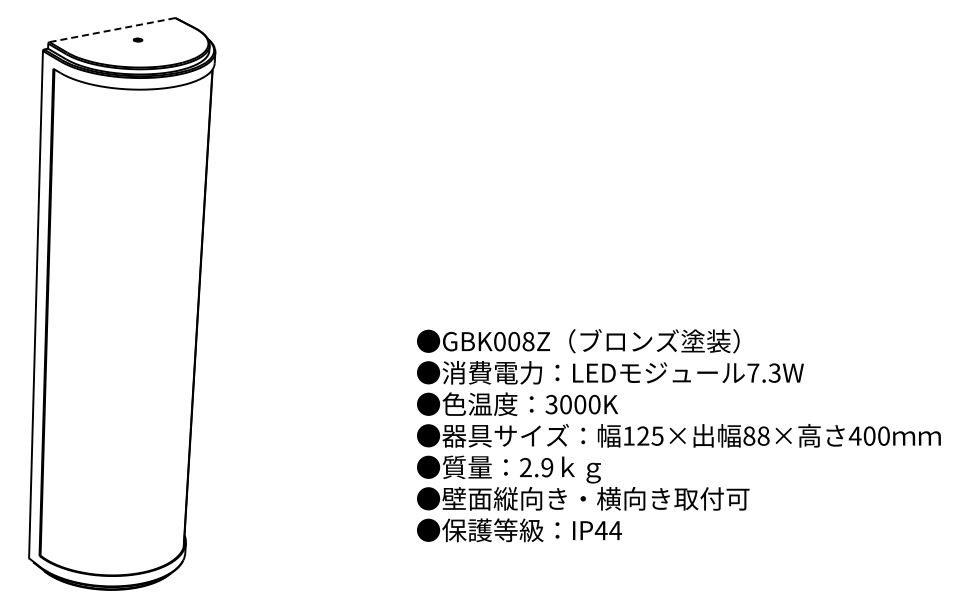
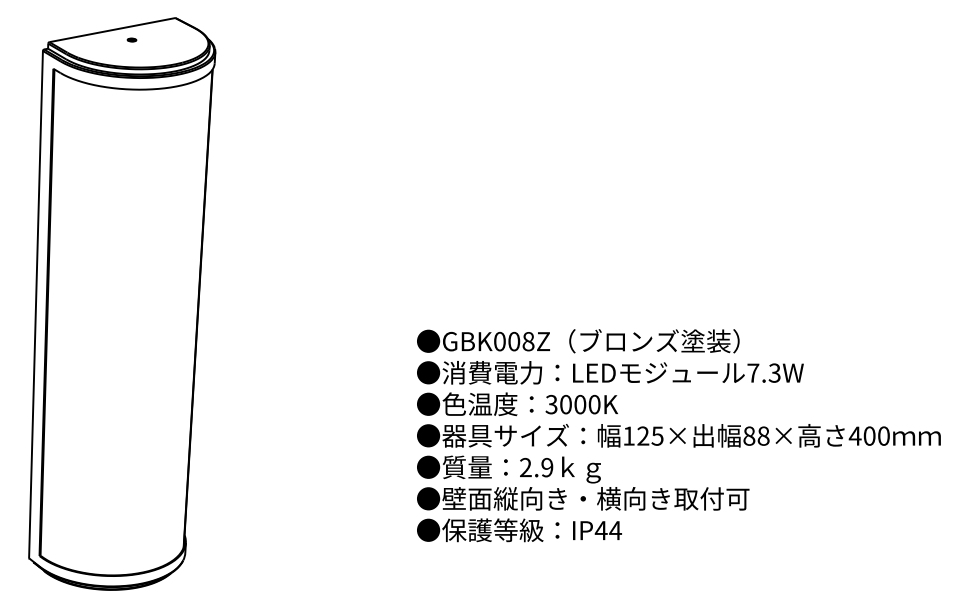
line at (111, 30): dashed -> solid
part at (137, 39) position: (137, 39) -> (131, 39)
